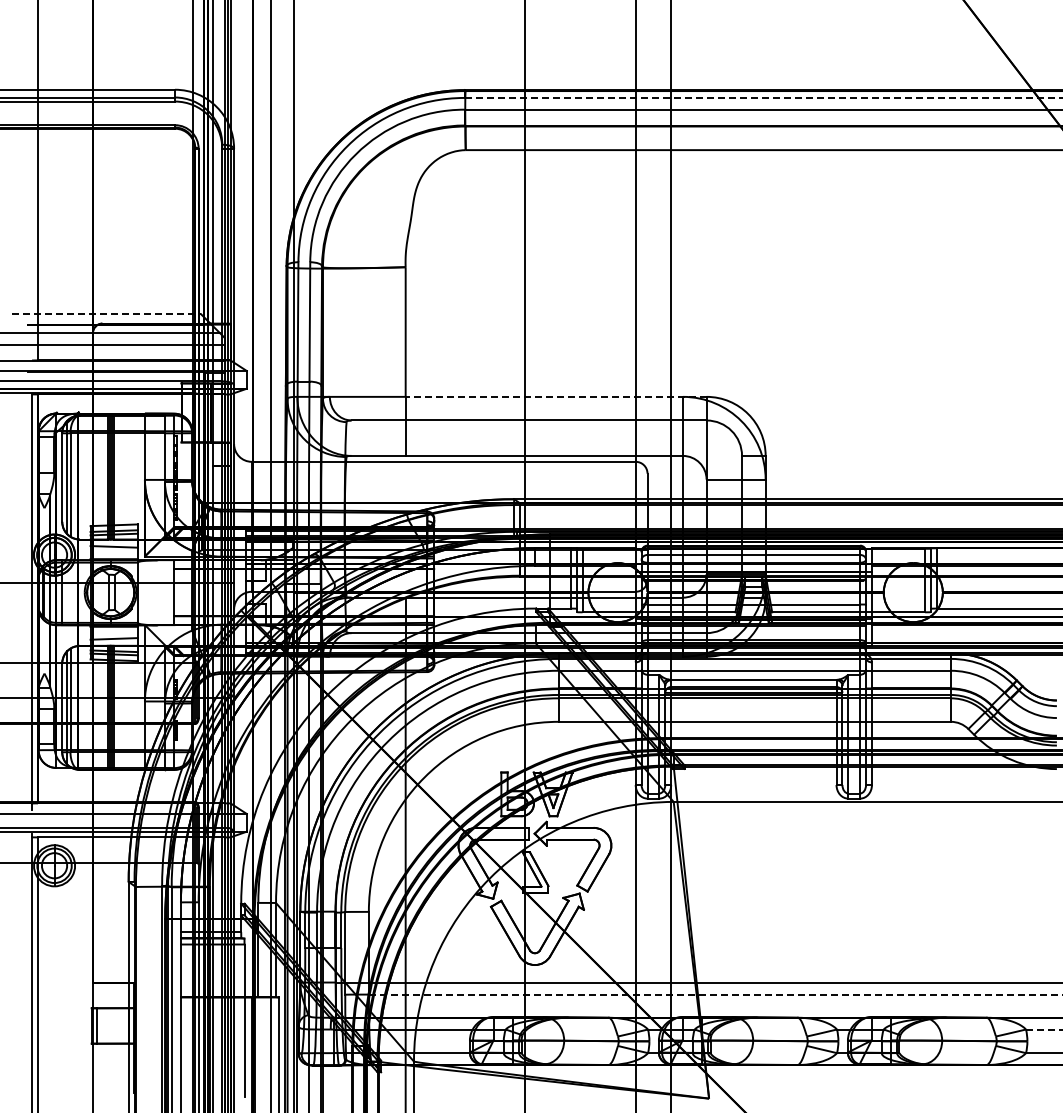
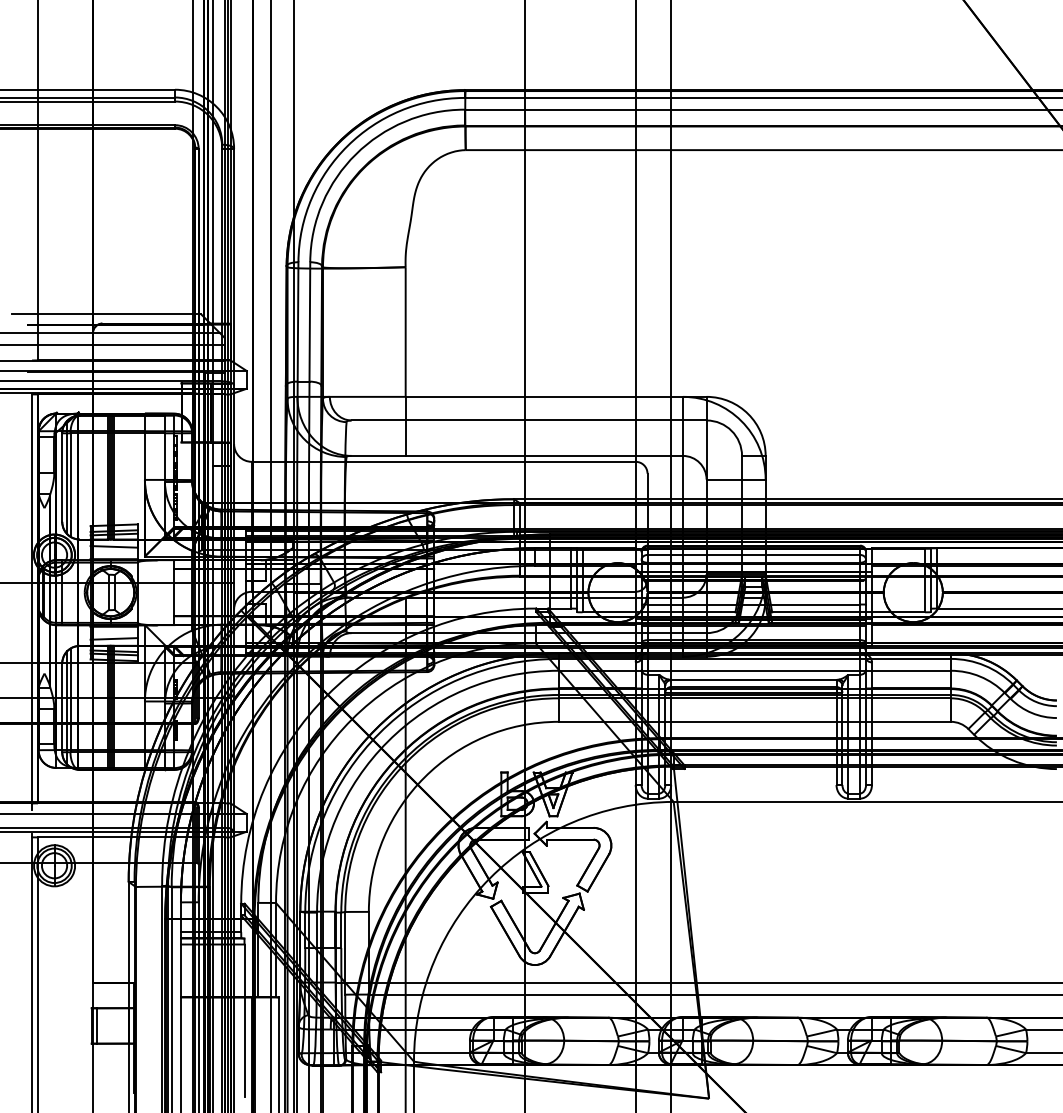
line at (763, 97): dashed -> solid
line at (107, 314): dashed -> solid
line at (555, 396): dashed -> solid
line at (715, 994): dashed -> solid
line at (1044, 1029): dashed -> solid
